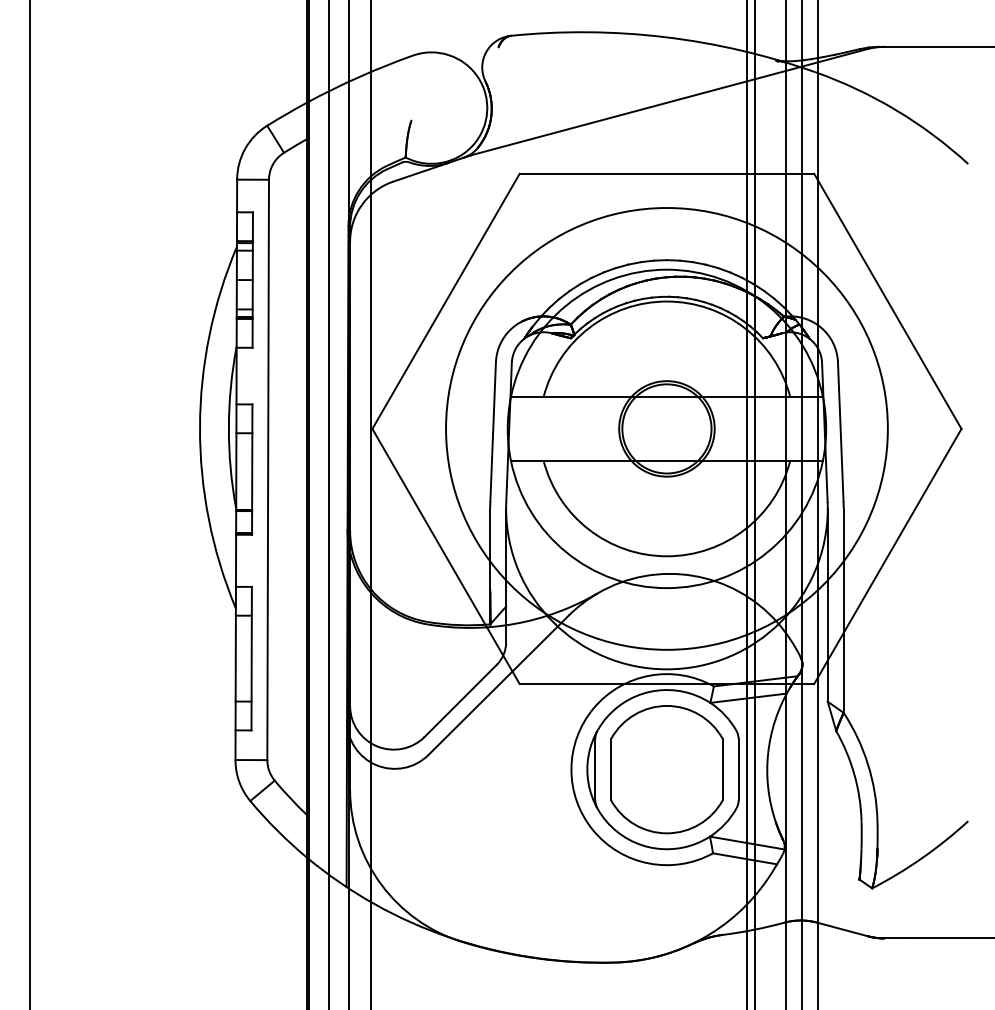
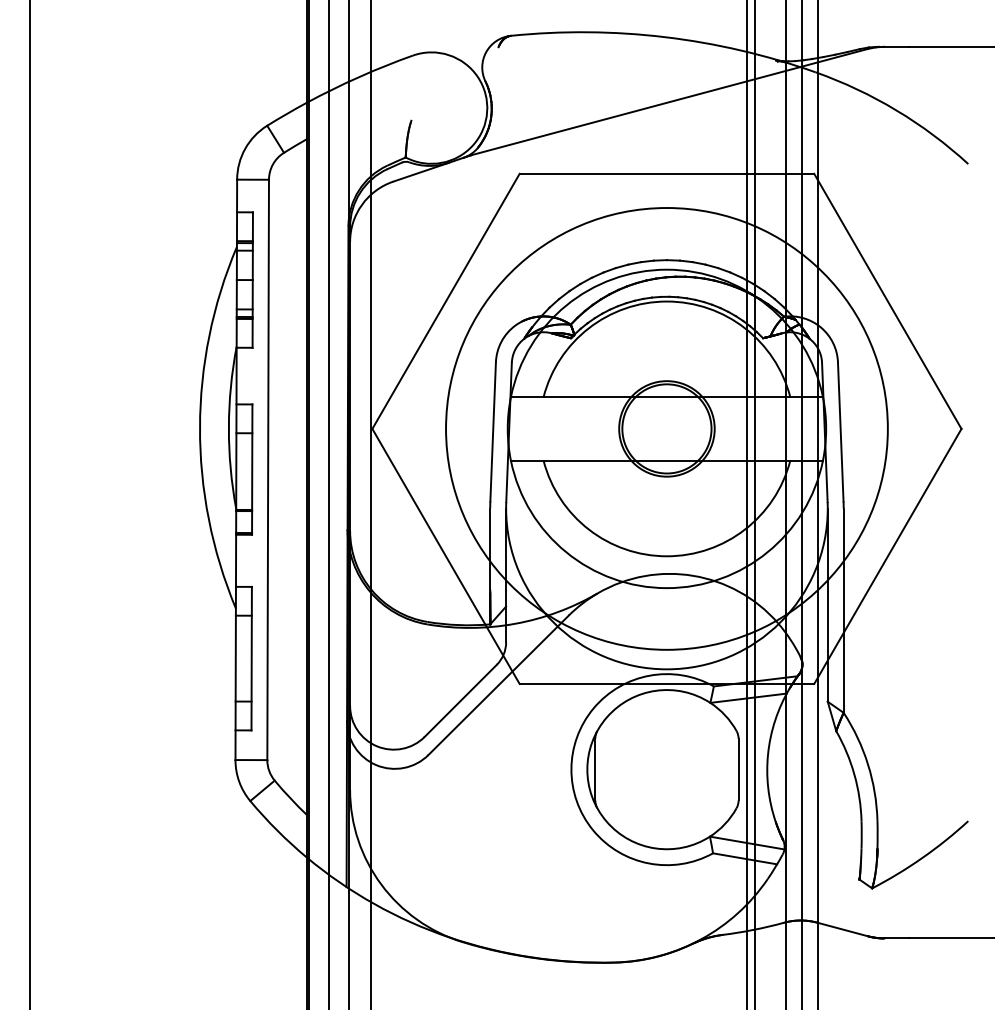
part at (666, 769): present -> none
